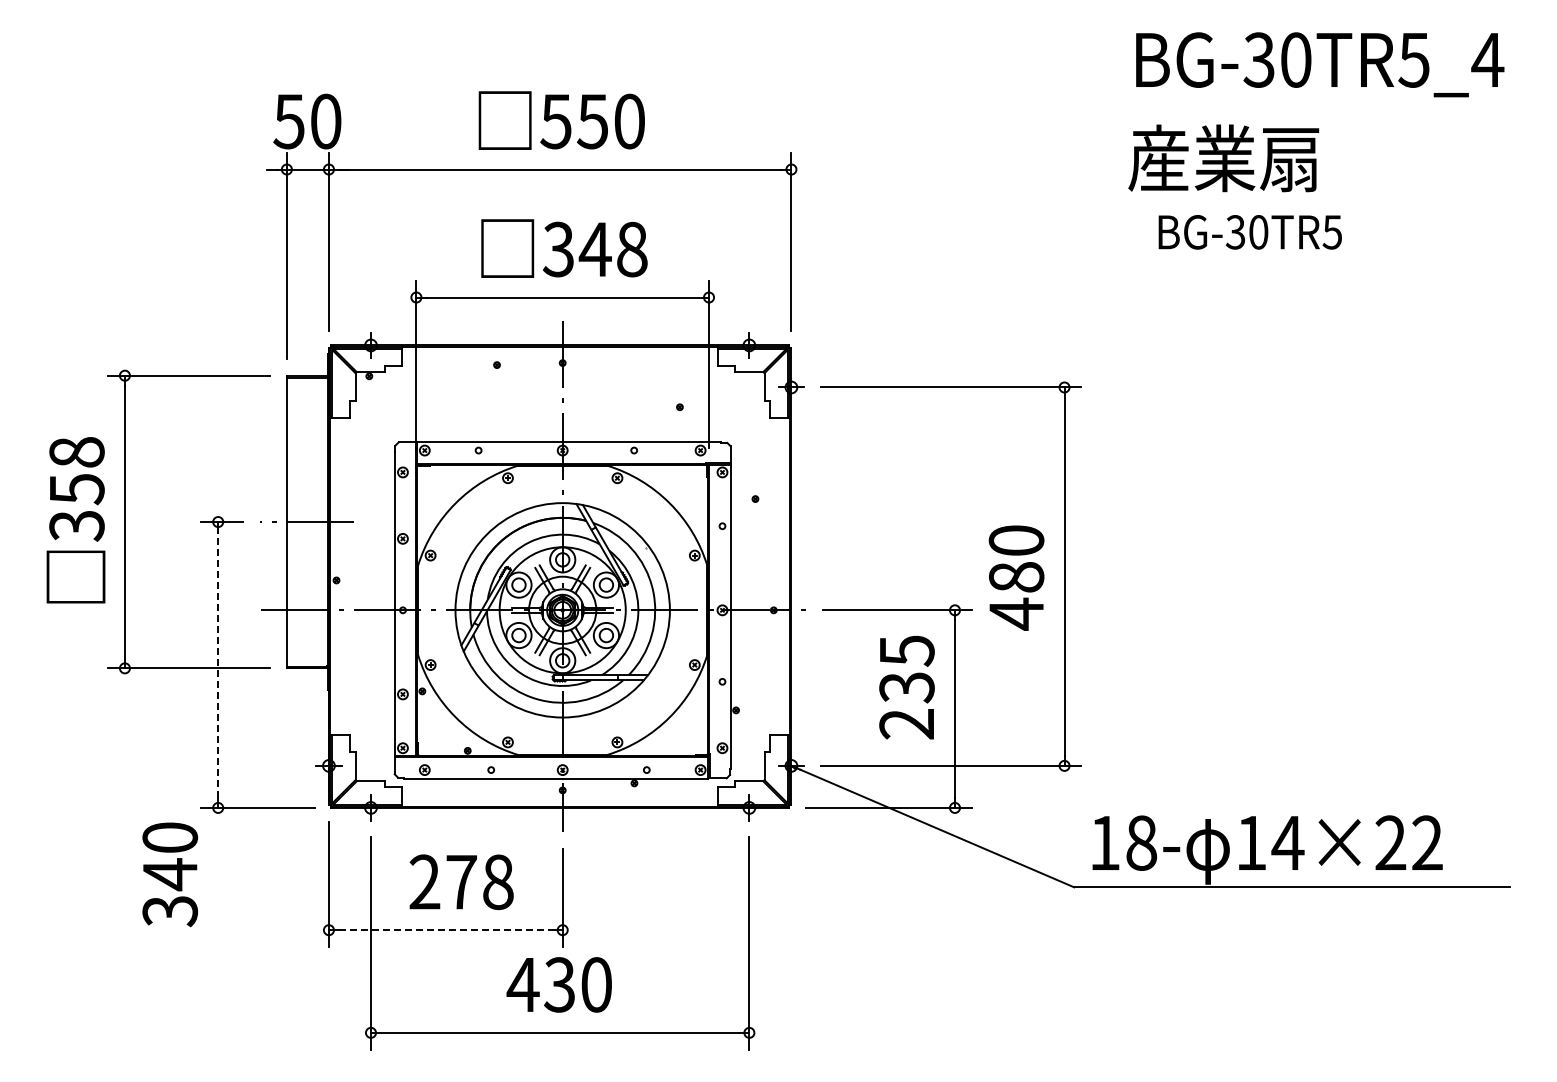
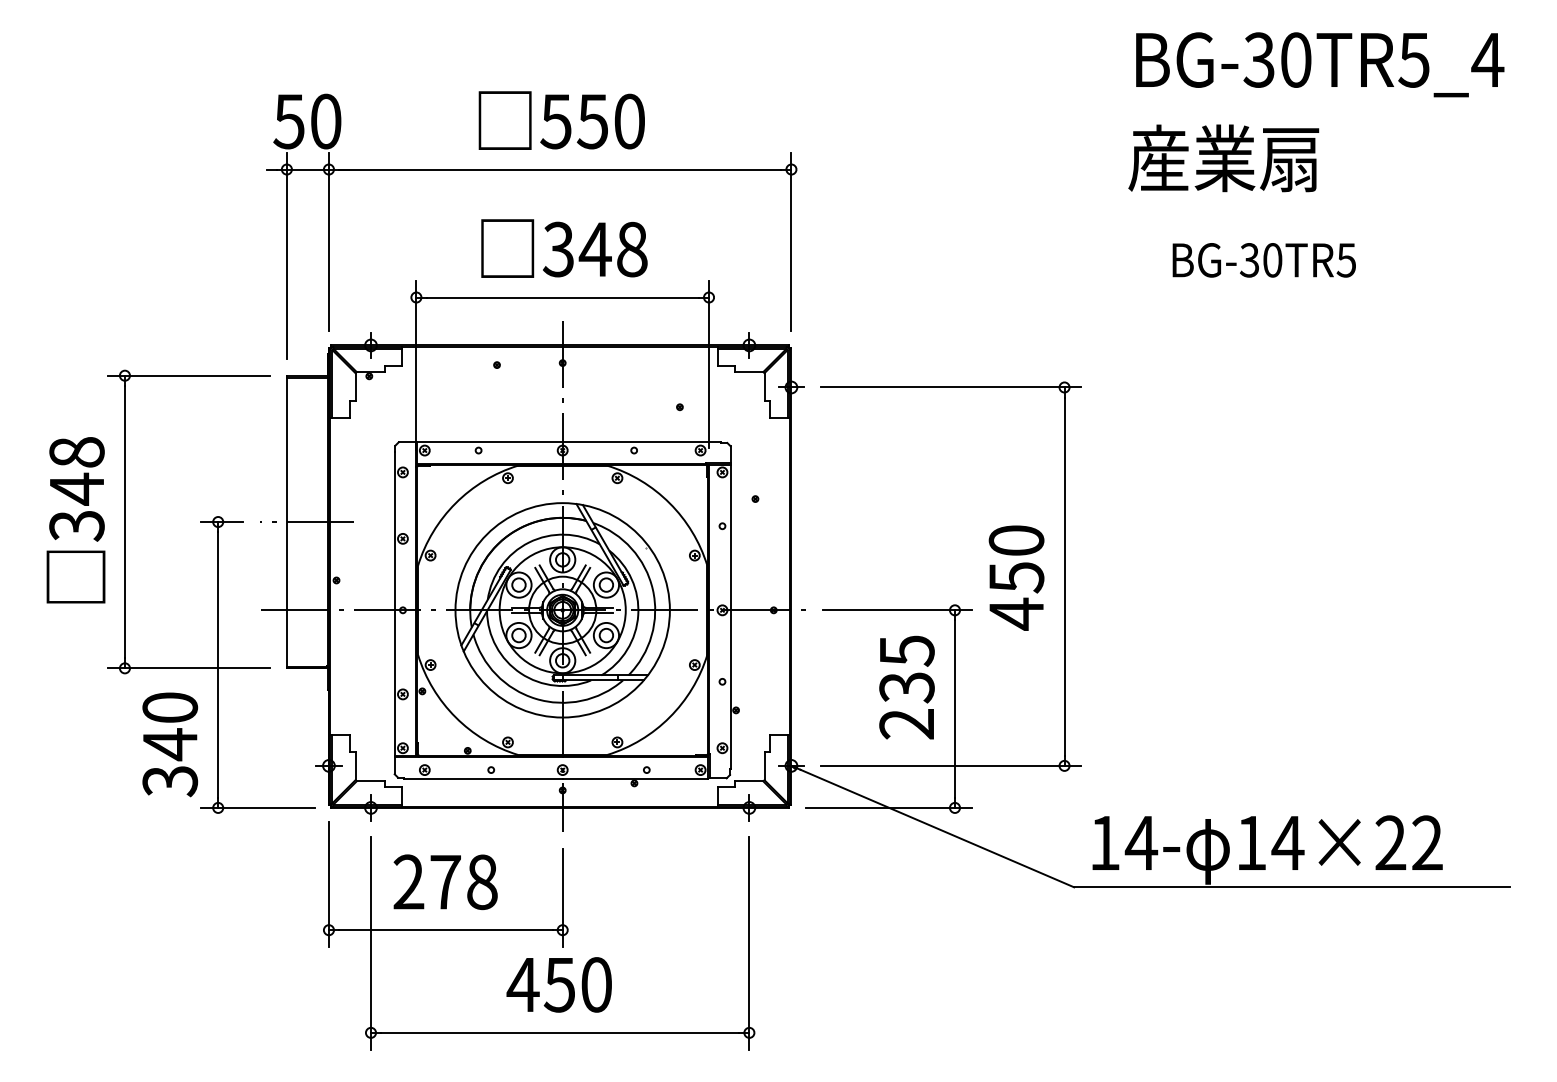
text at (1249, 232) position: (1249, 232) -> (1263, 260)
text at (77, 488): 358 -> 348
text at (1016, 577): 480 -> 450
line at (218, 664): dashed -> solid
text at (1141, 842): 18- -> 14-
text at (170, 874) position: (170, 874) -> (170, 744)
text at (461, 882) position: (461, 882) -> (445, 882)
line at (445, 930): dashed -> solid
text at (559, 984): 430 -> 450
